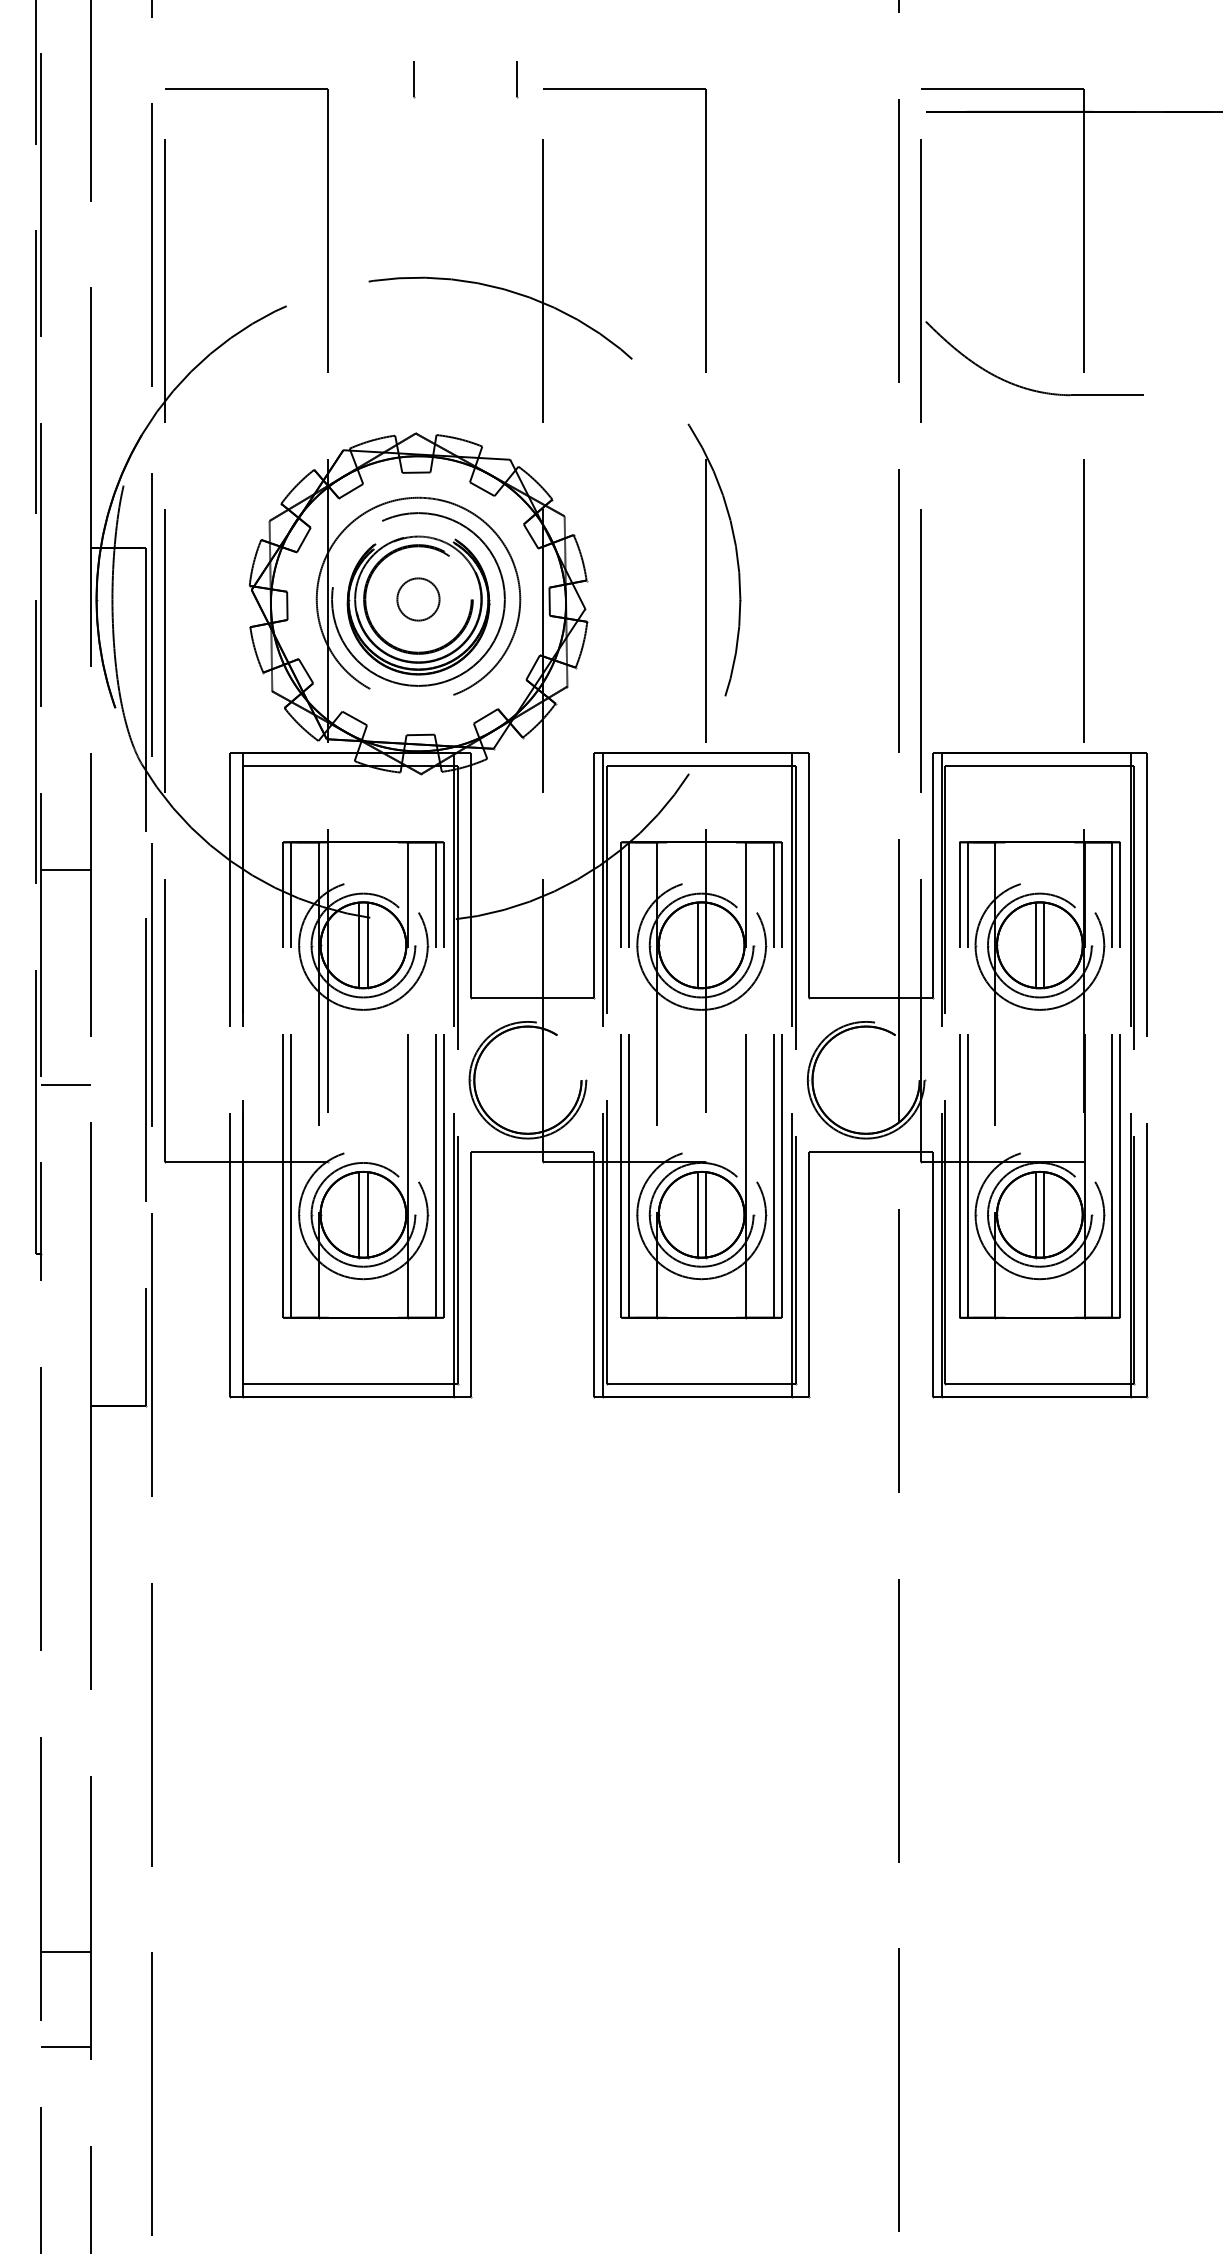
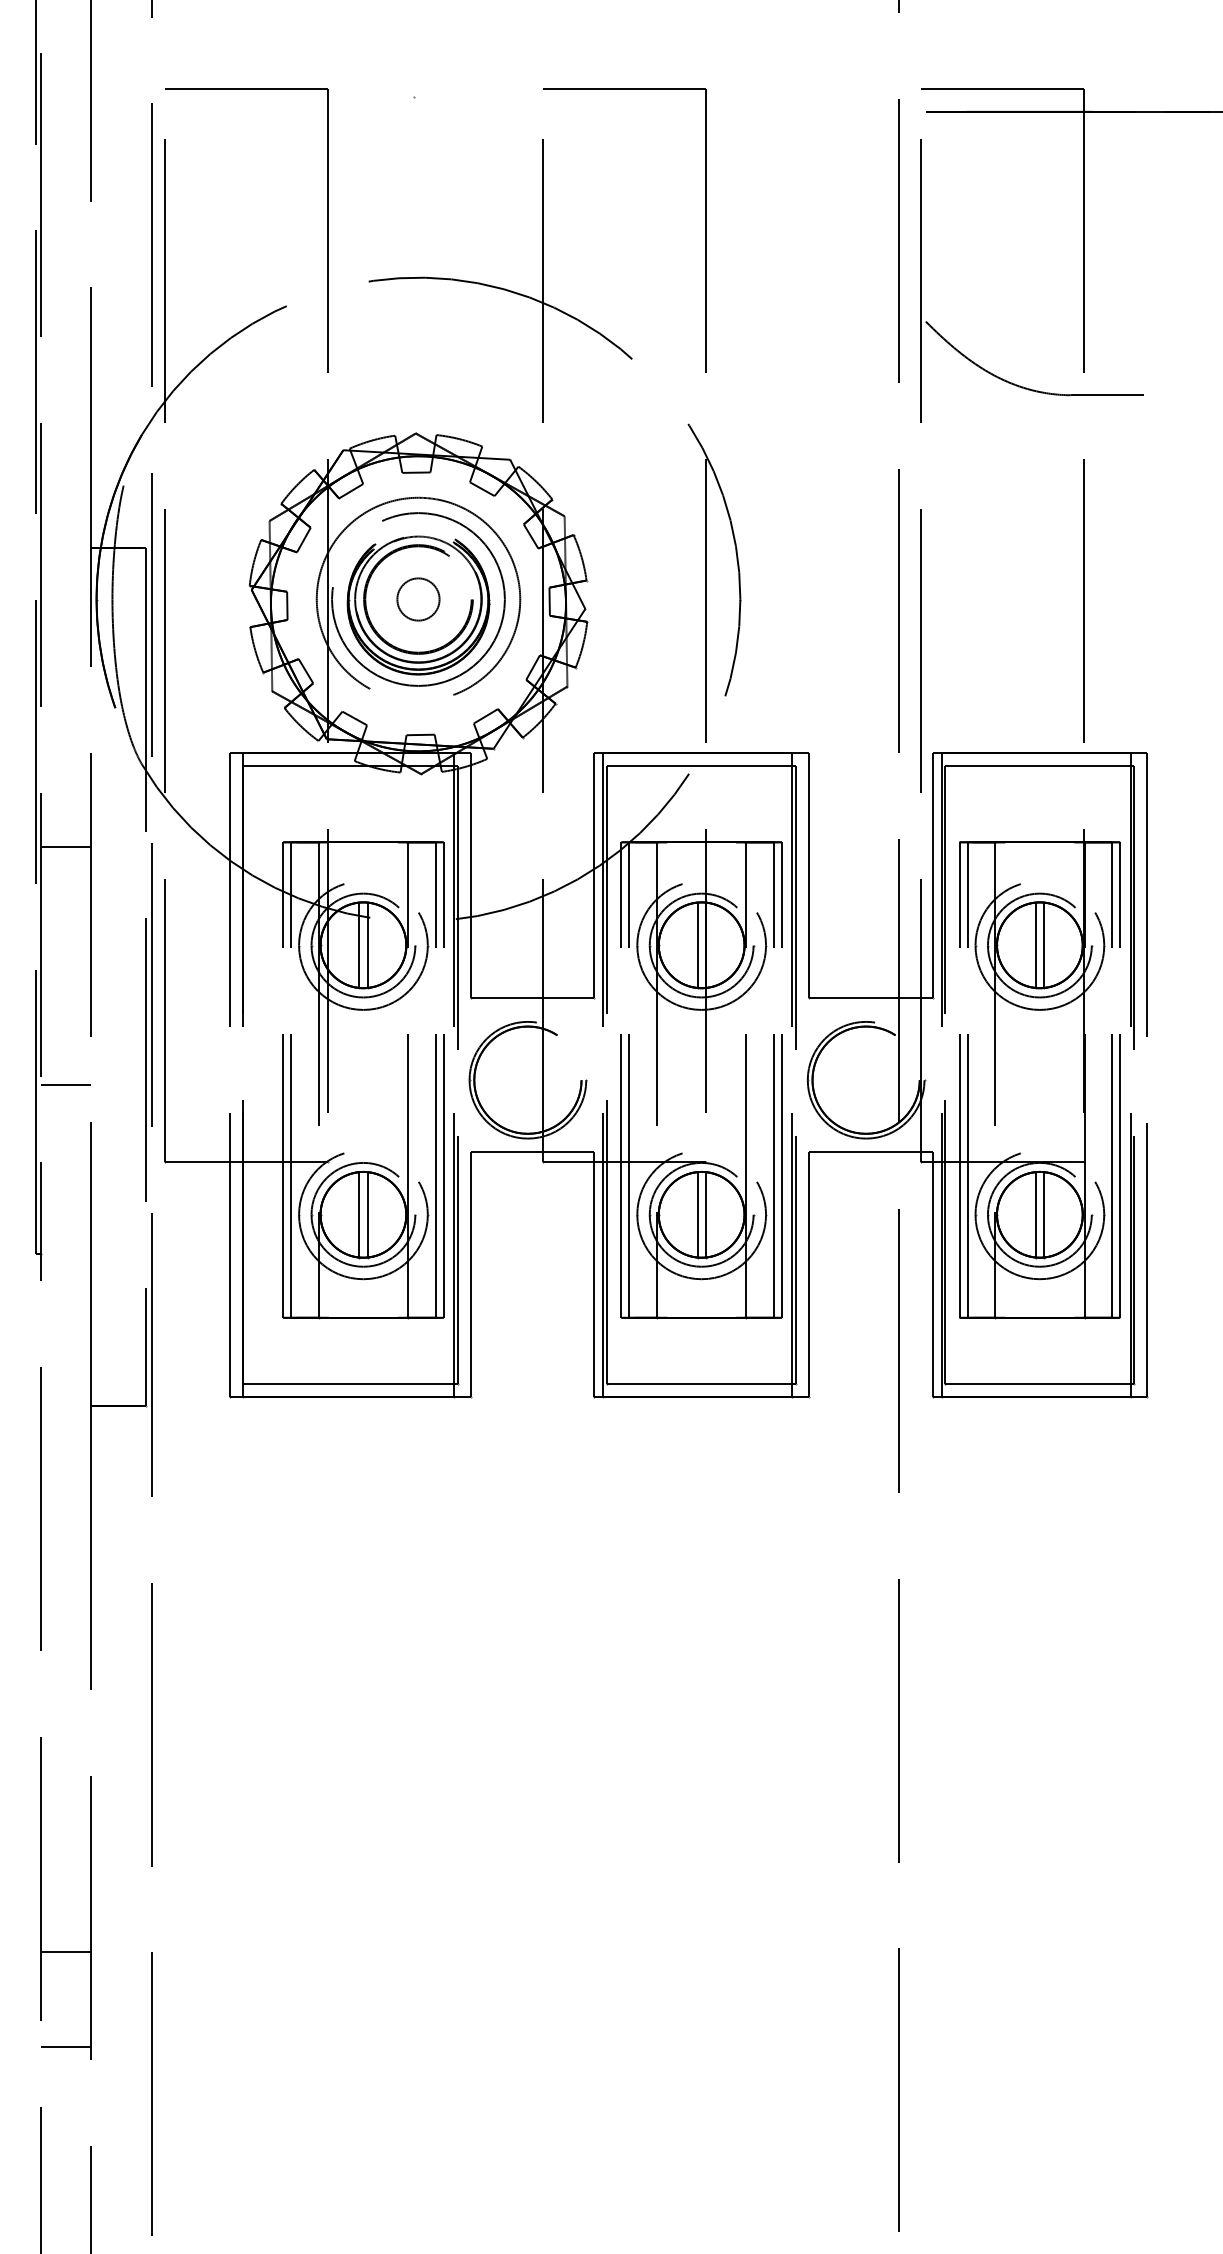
line at (414, 79): present -> none
line at (517, 79): present -> none
line at (65, 869) position: (65, 869) -> (65, 846)
